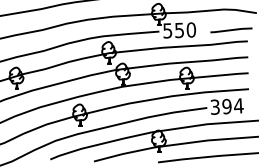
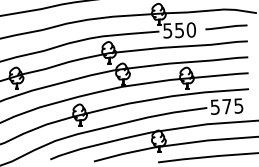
line at (231, 30) position: (231, 30) -> (226, 27)
text at (227, 106): 394 -> 575
